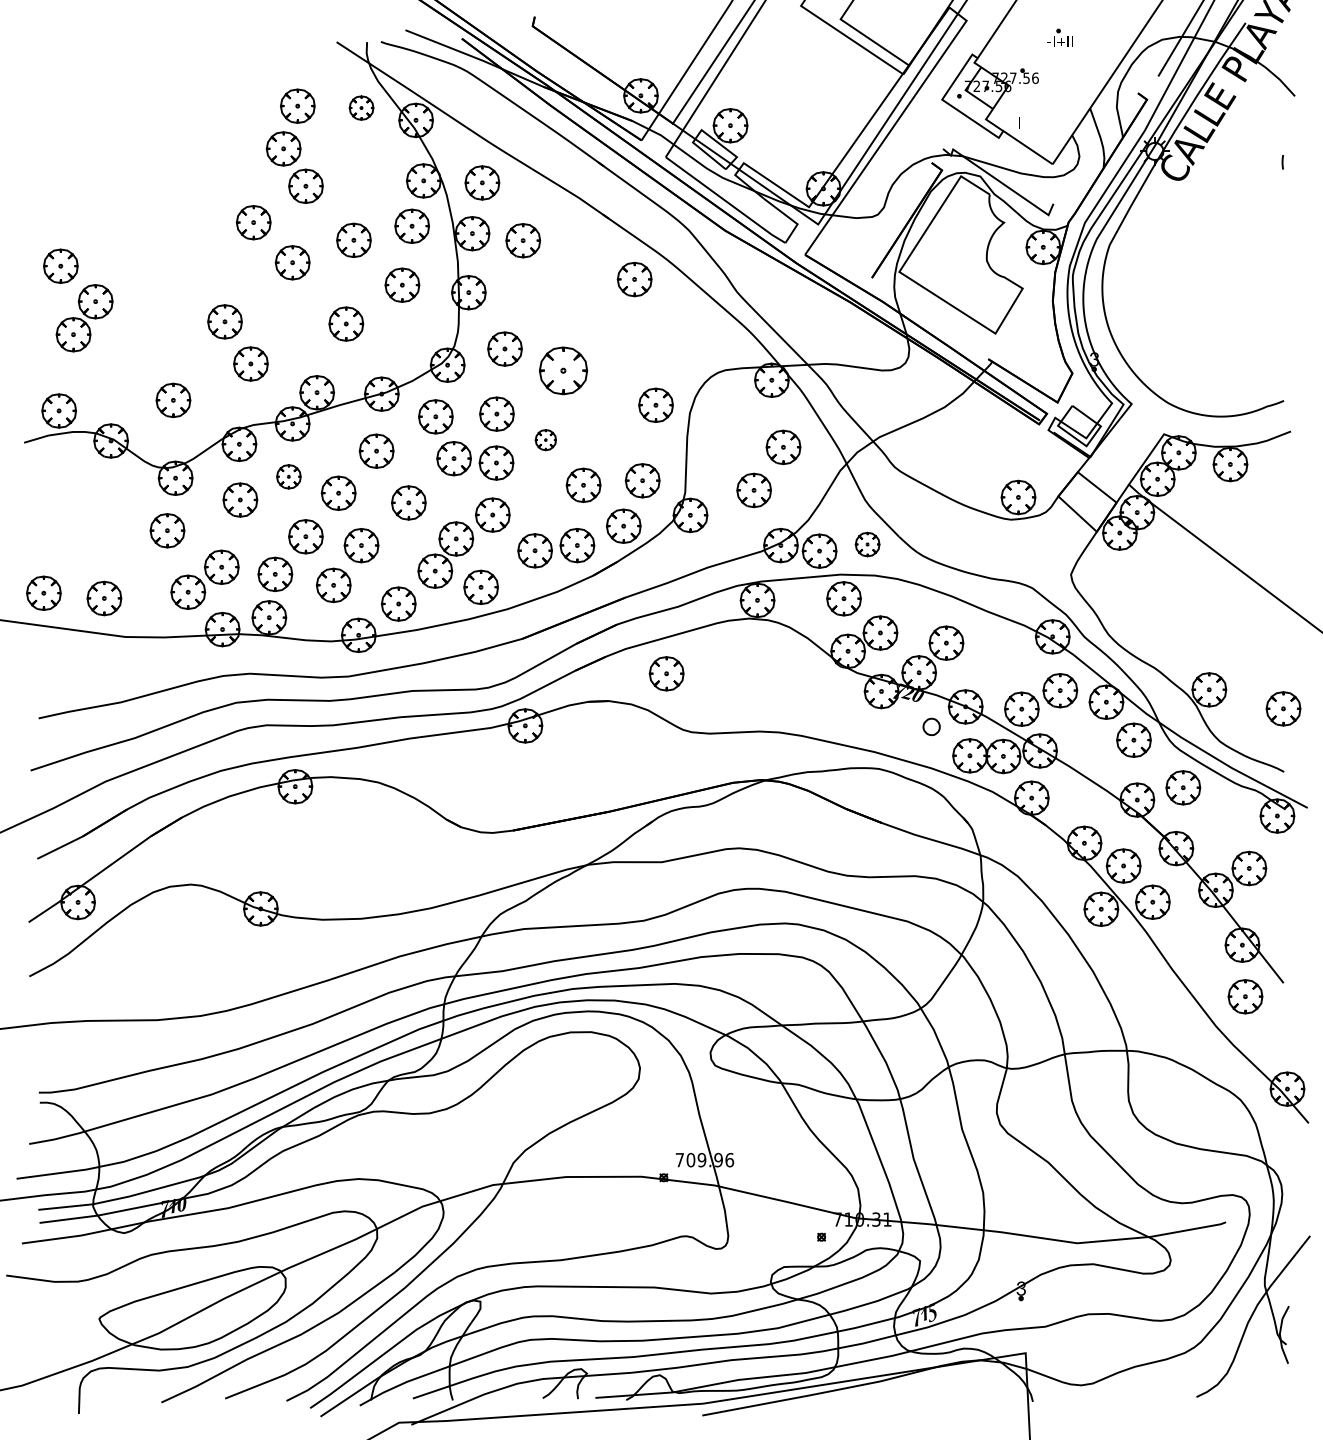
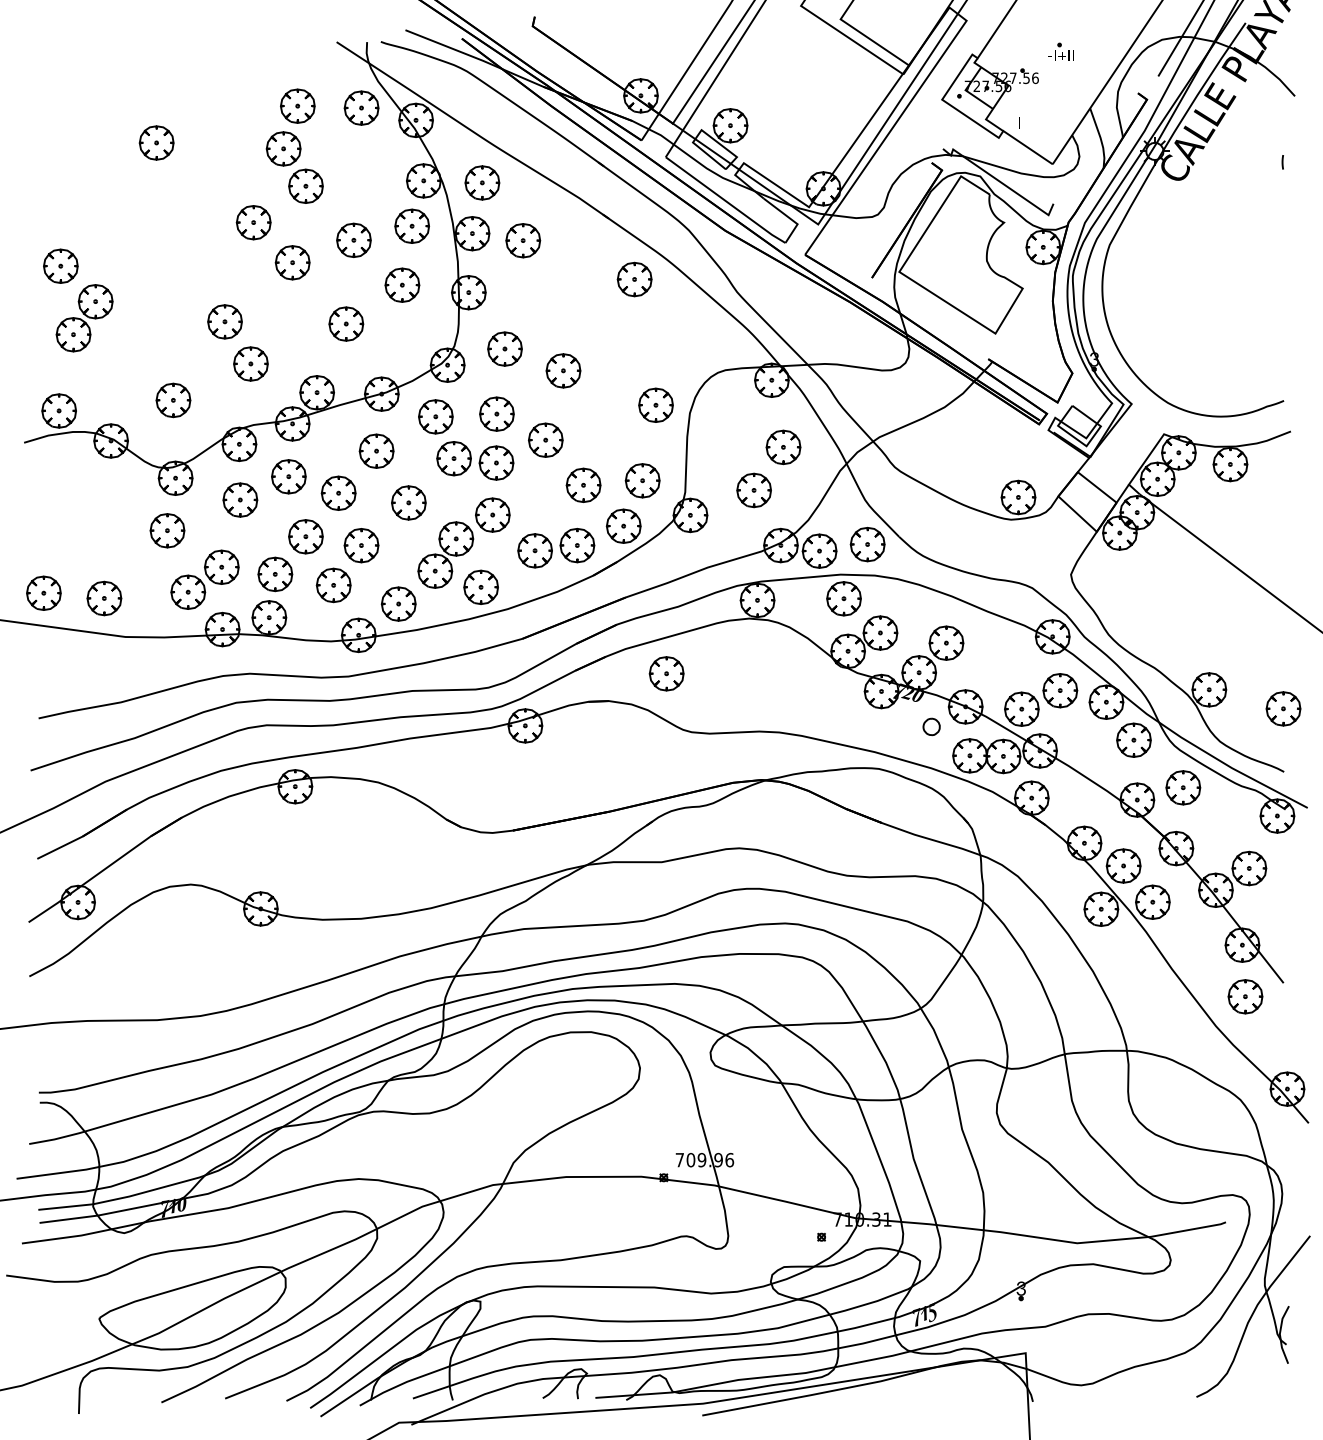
part at (1059, 37) position: (1059, 37) -> (1060, 51)
part at (361, 107) size: 27x26 px -> 37x36 px
part at (156, 142): none -> present
part at (563, 370) size: 50x50 px -> 37x36 px
part at (545, 440) size: 23x23 px -> 36x36 px
part at (288, 476) size: 26x26 px -> 36x36 px
part at (867, 544) size: 27x27 px -> 37x37 px
